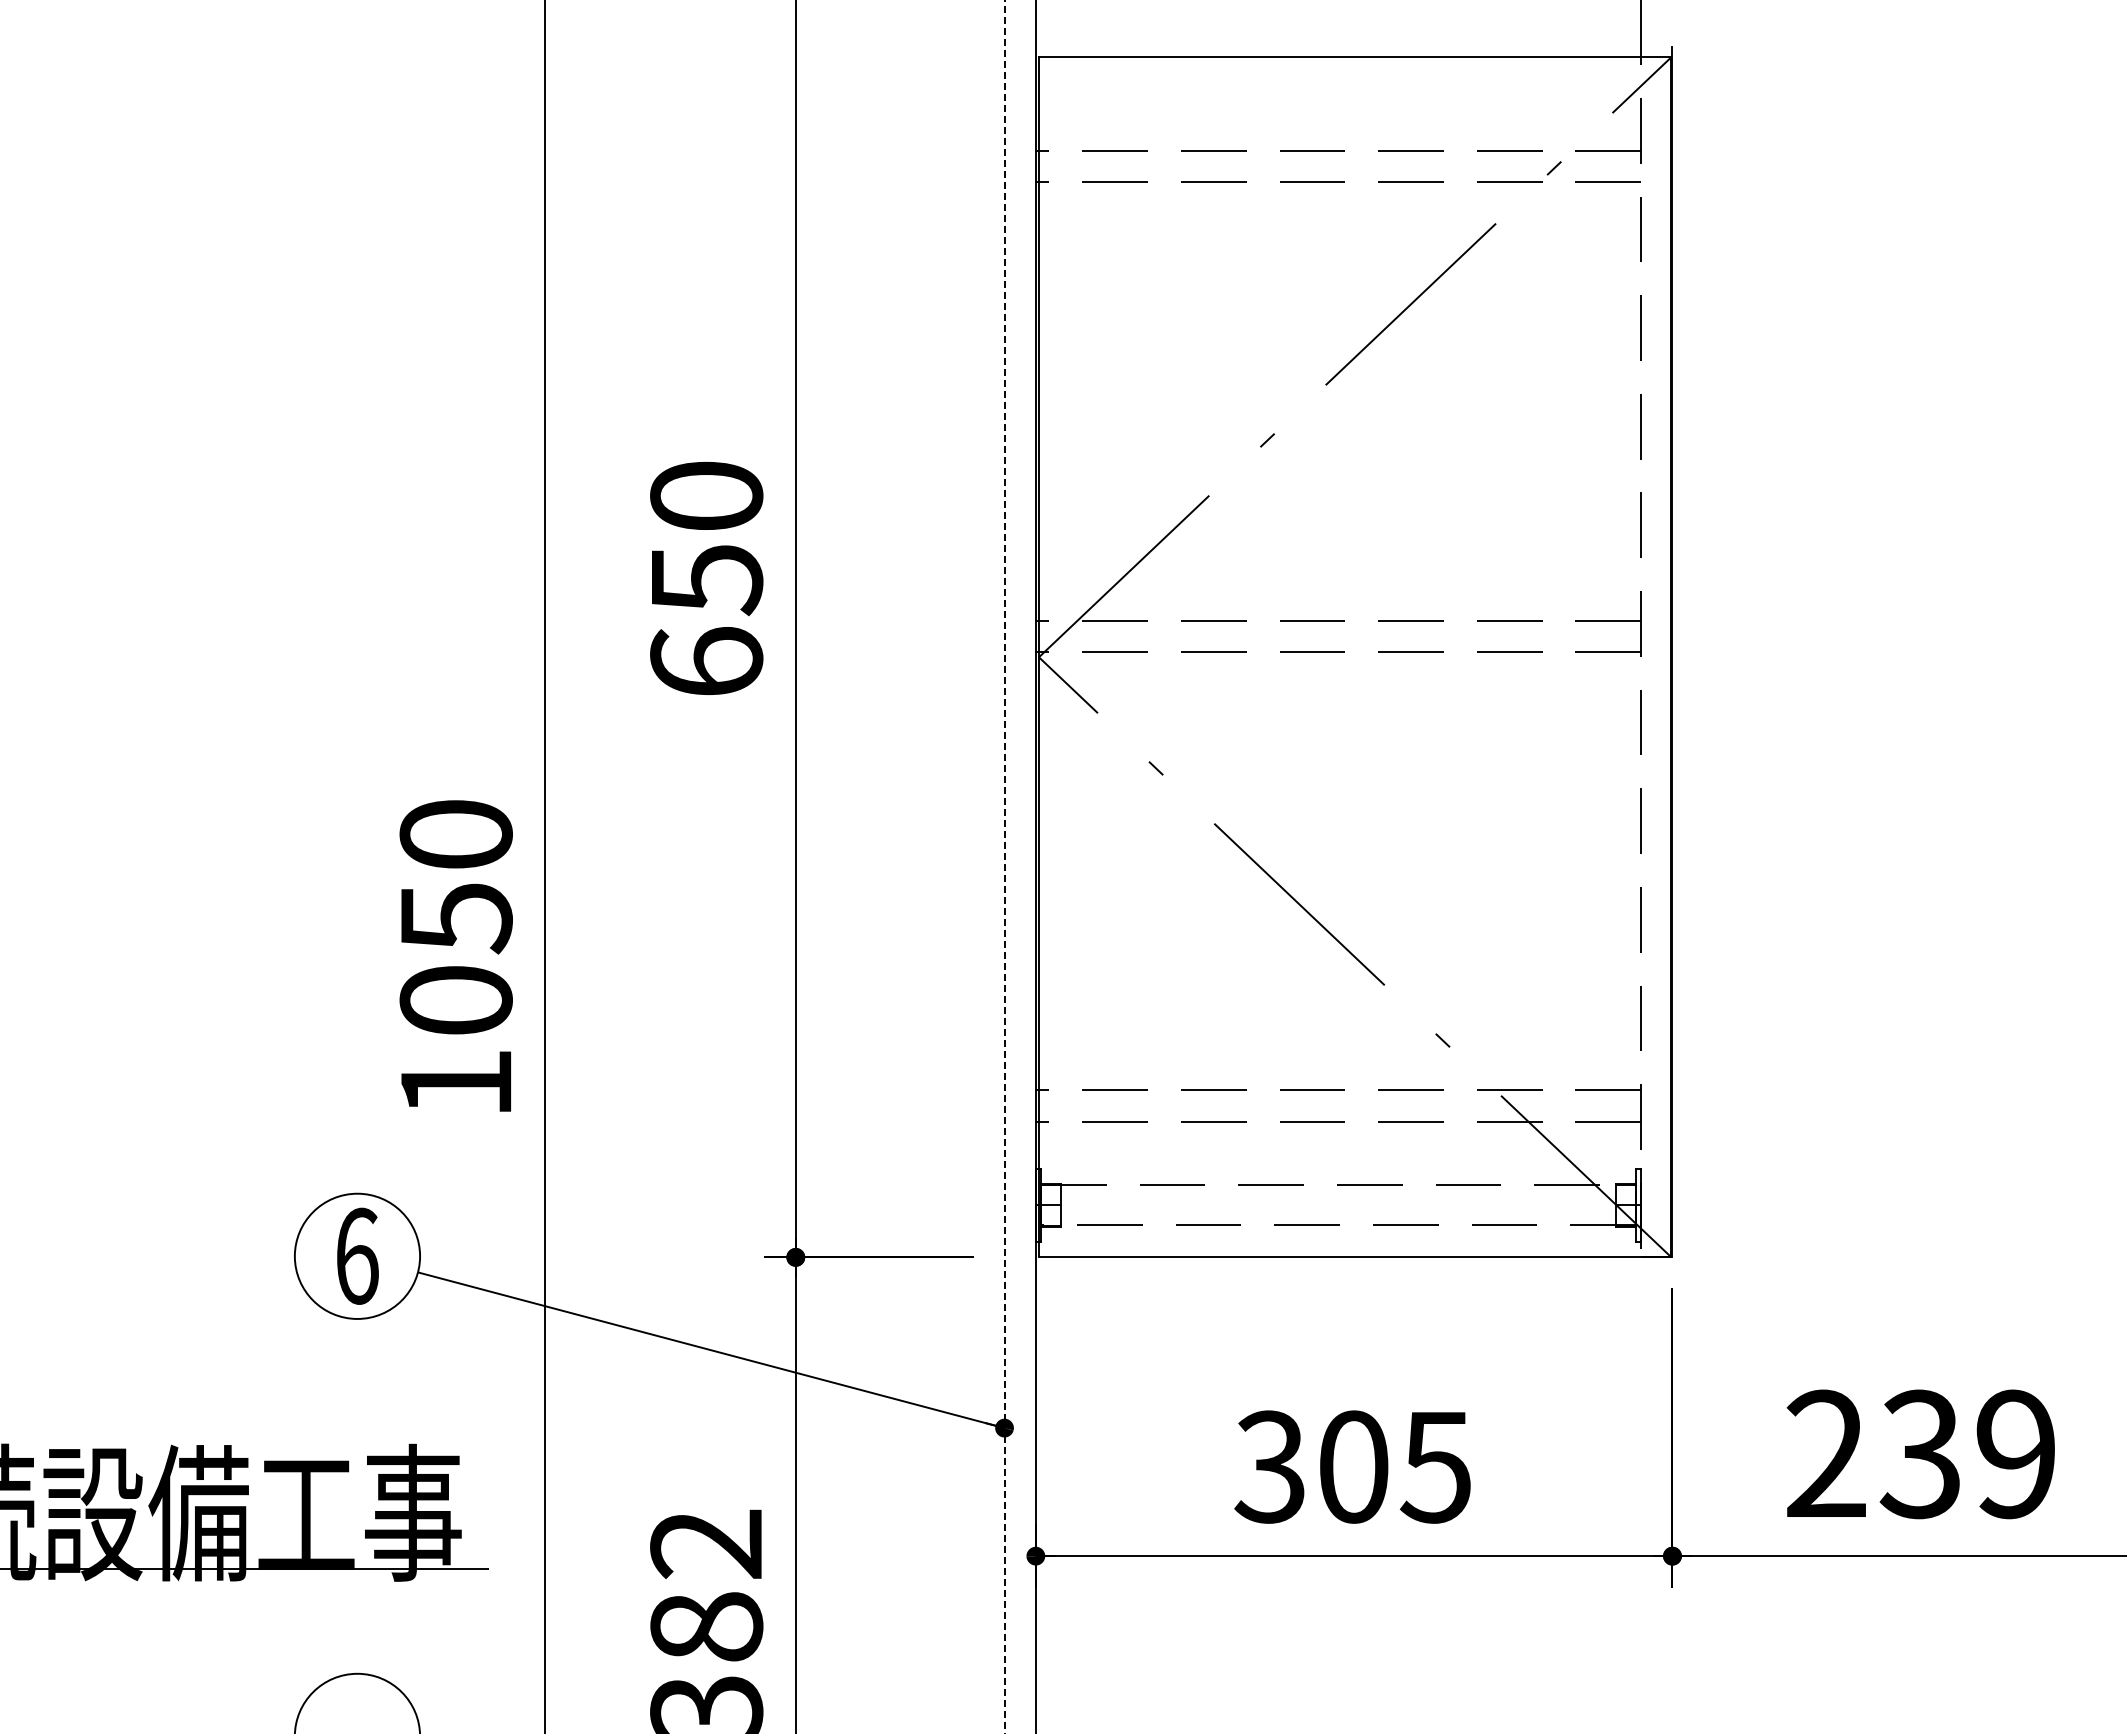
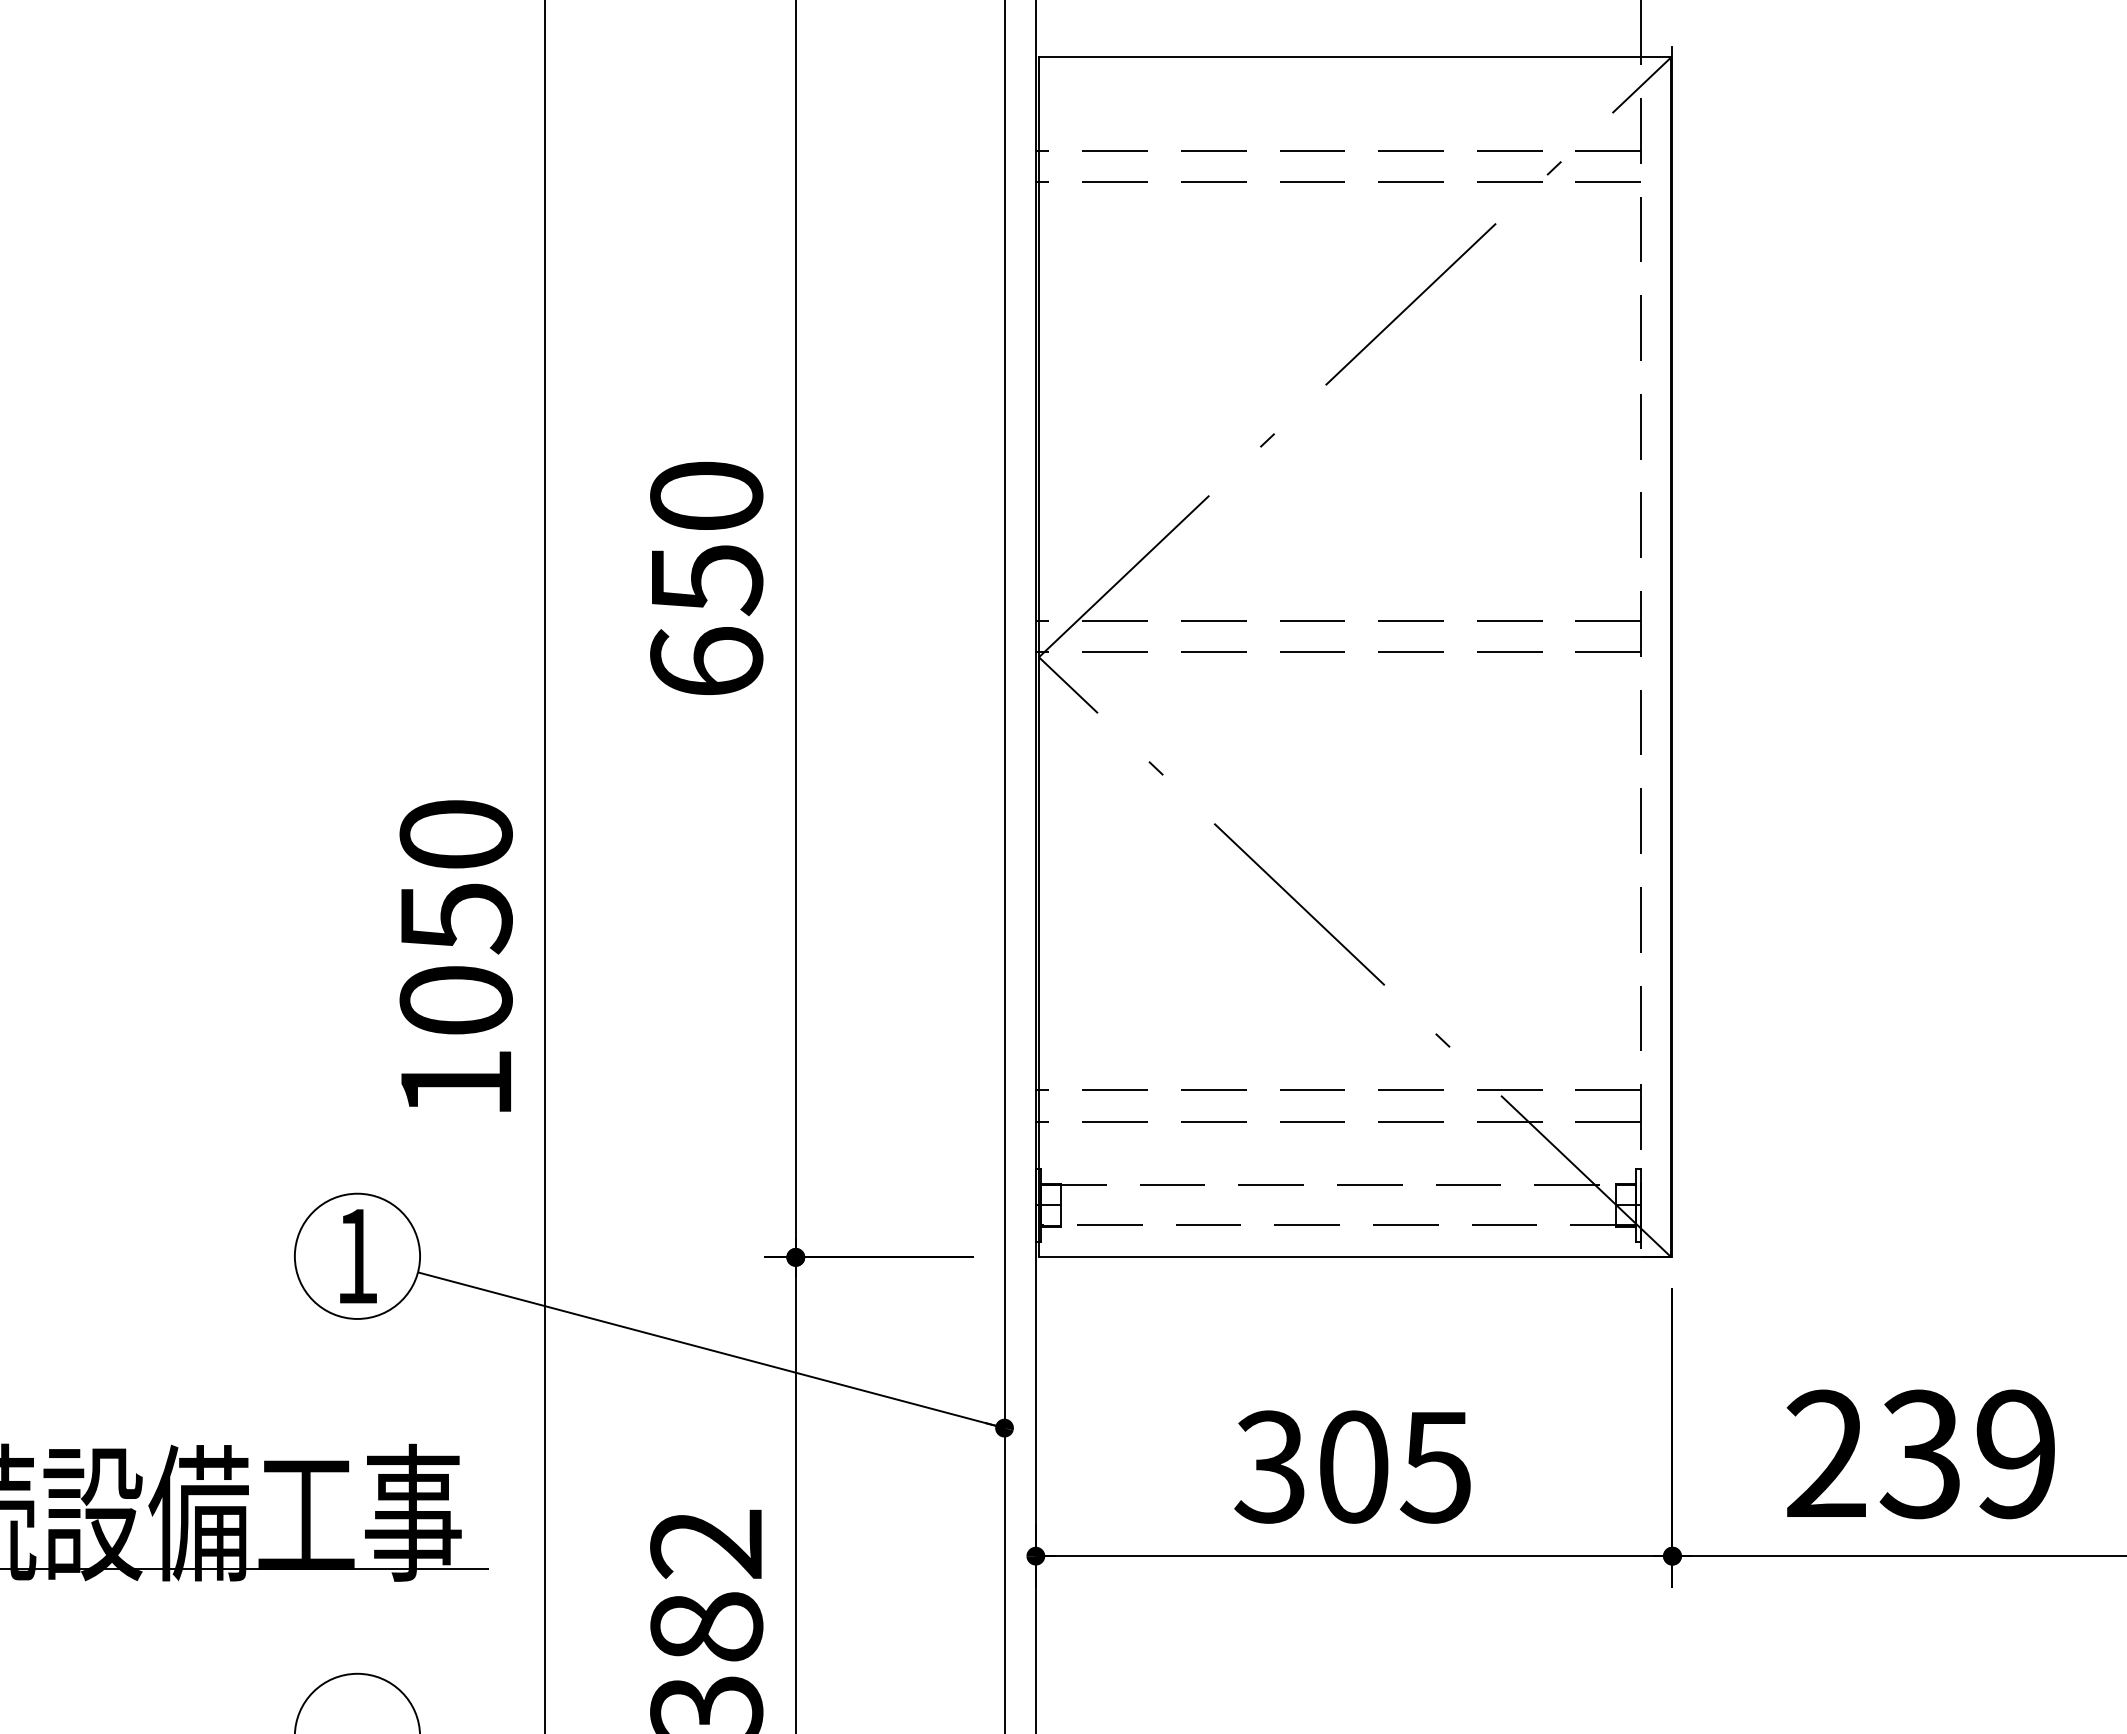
line at (1004, 867): dashed -> solid
text at (357, 1255): 6 -> 1
